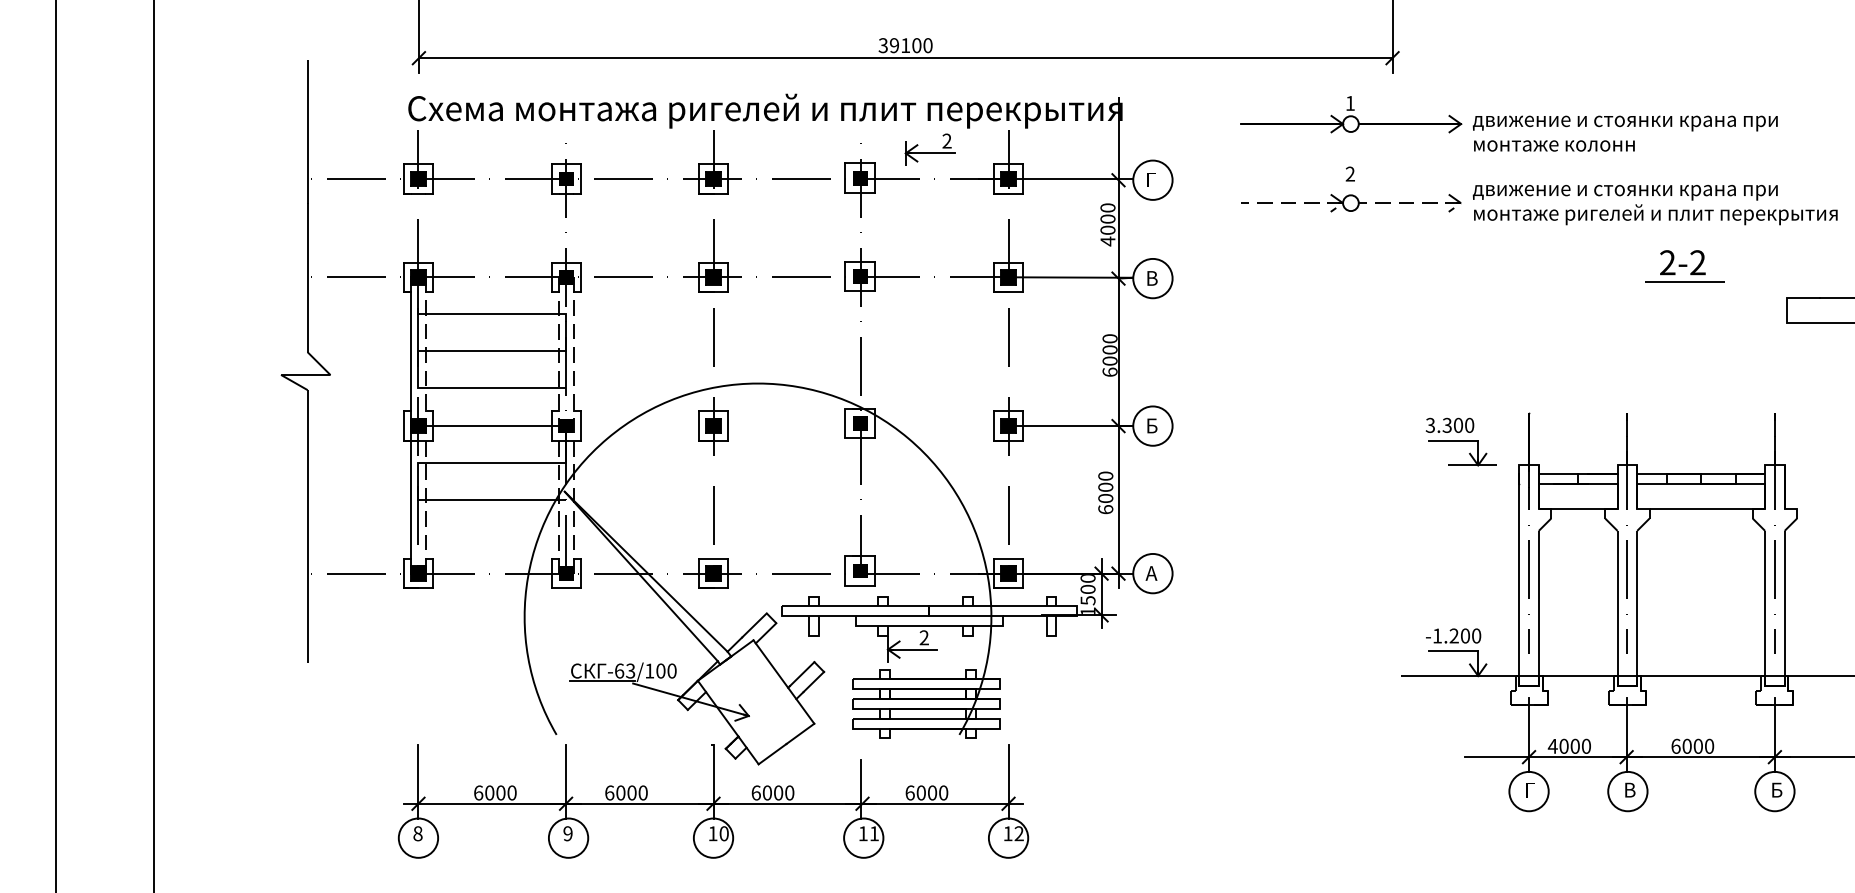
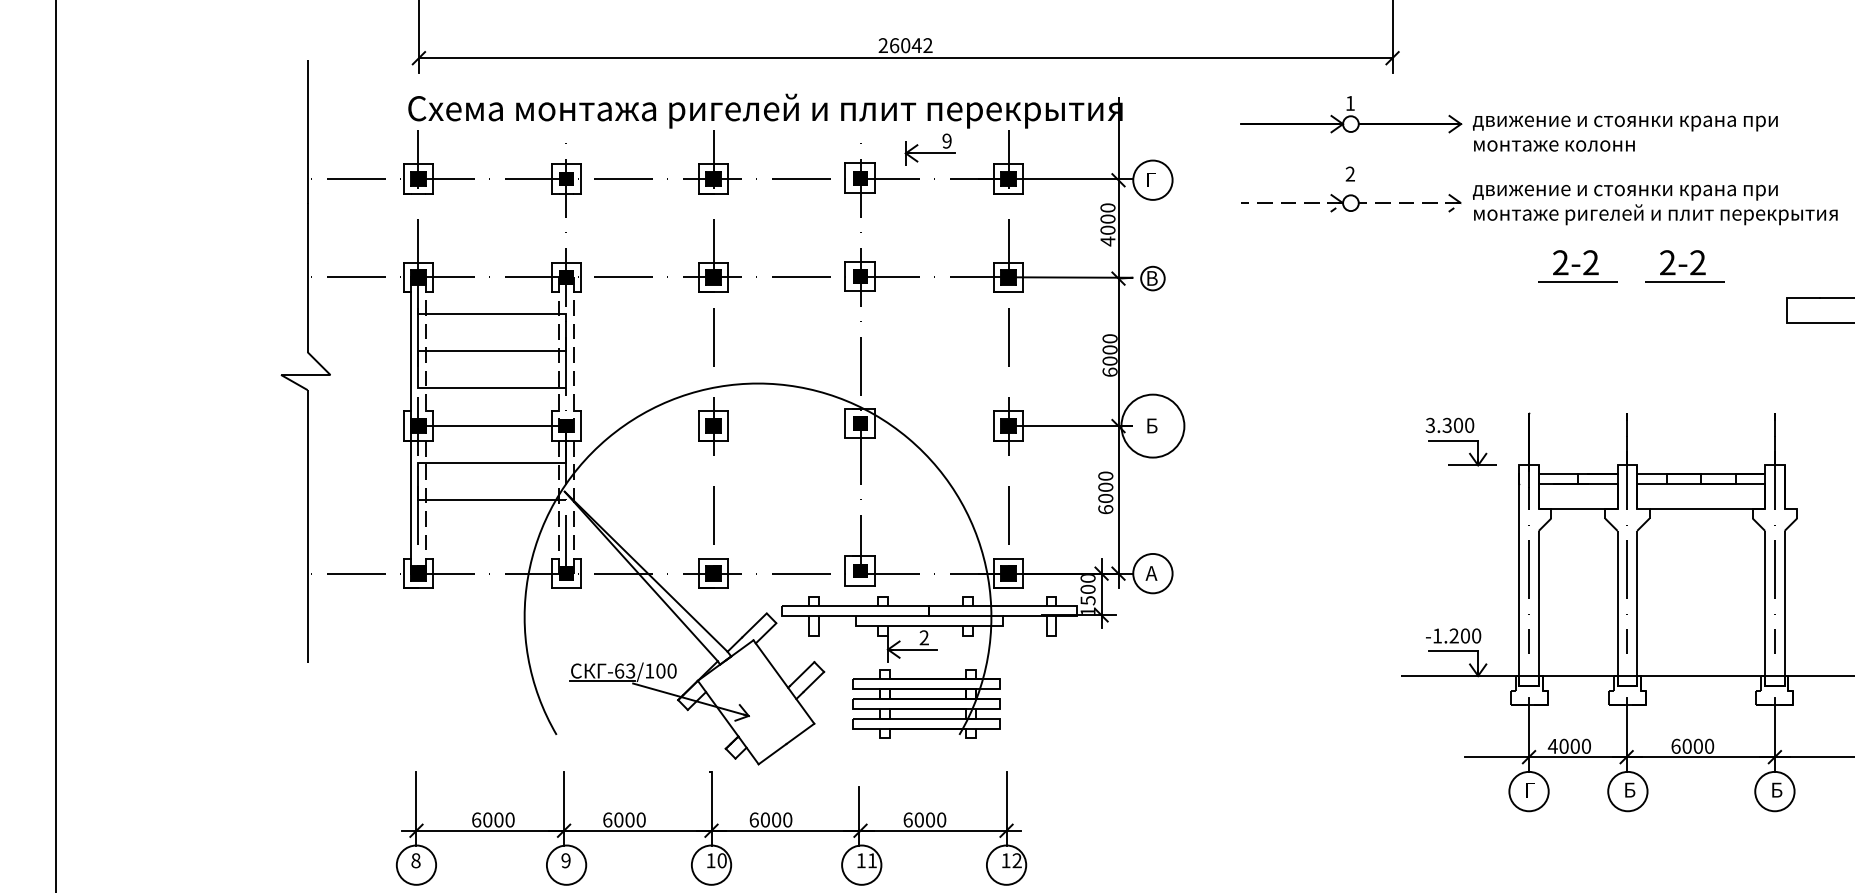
text at (905, 45): 39100 -> 26042
text at (946, 141): 2 -> 9
part at (1577, 266): none -> present
circle at (1152, 278) diameter: 39 px -> 24 px
circle at (1152, 425) diameter: 39 px -> 63 px
line at (153, 445): present -> none
text at (1631, 788): В -> Б
part at (713, 801) position: (713, 801) -> (711, 828)
